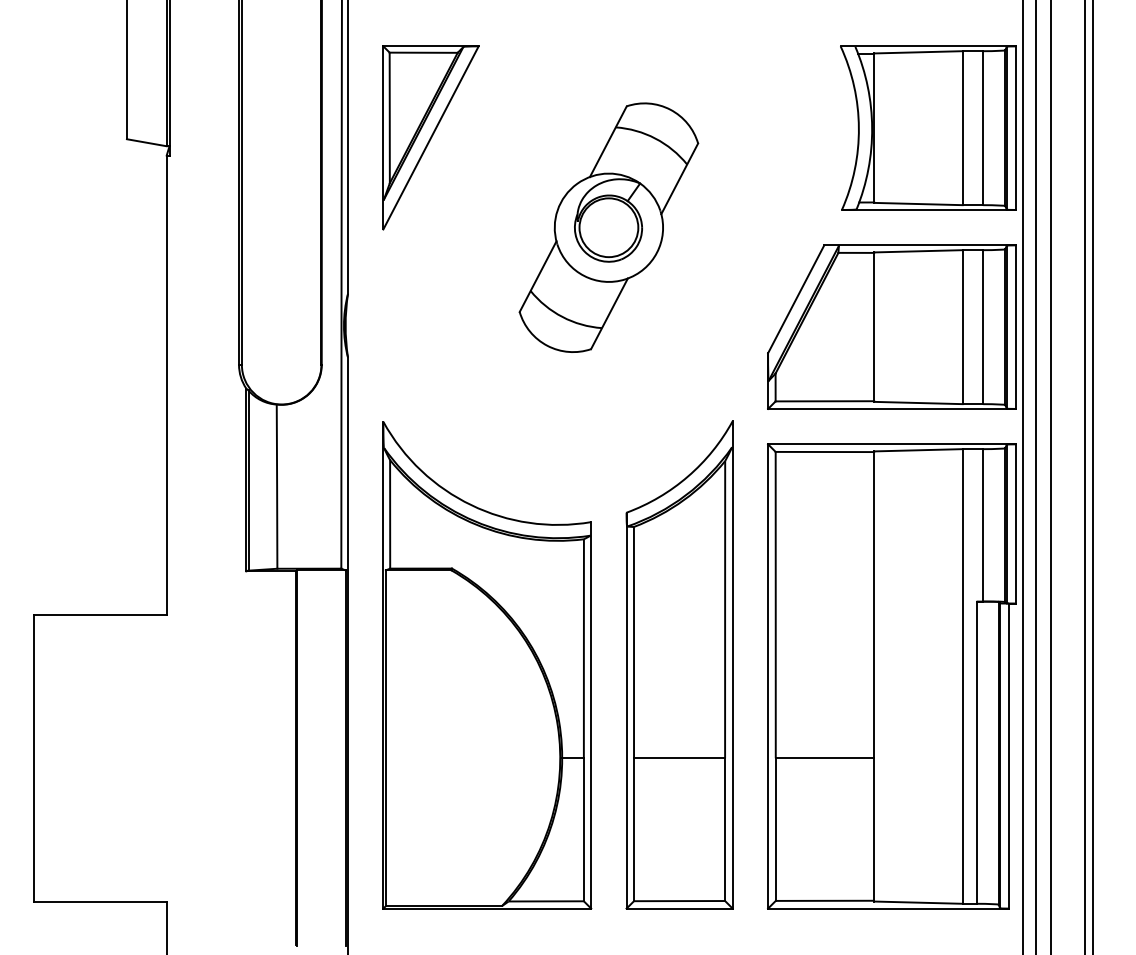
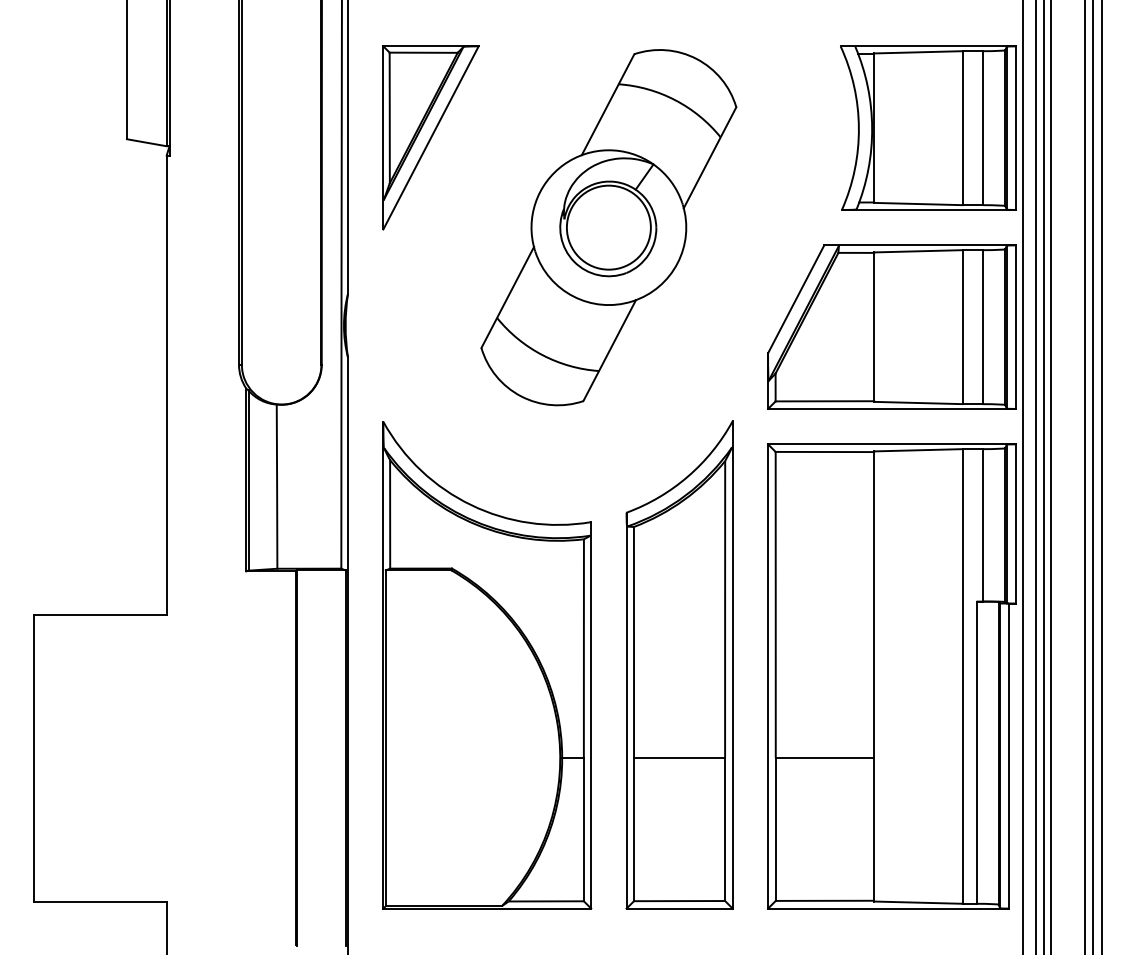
part at (608, 227) size: 182x251 px -> 258x358 px
line at (1044, 476): none -> present
line at (1101, 476): none -> present
